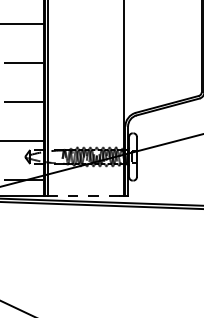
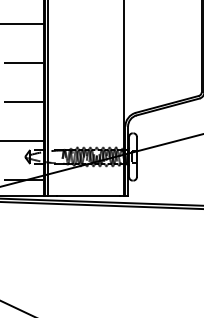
line at (87, 195): dashed -> solid
